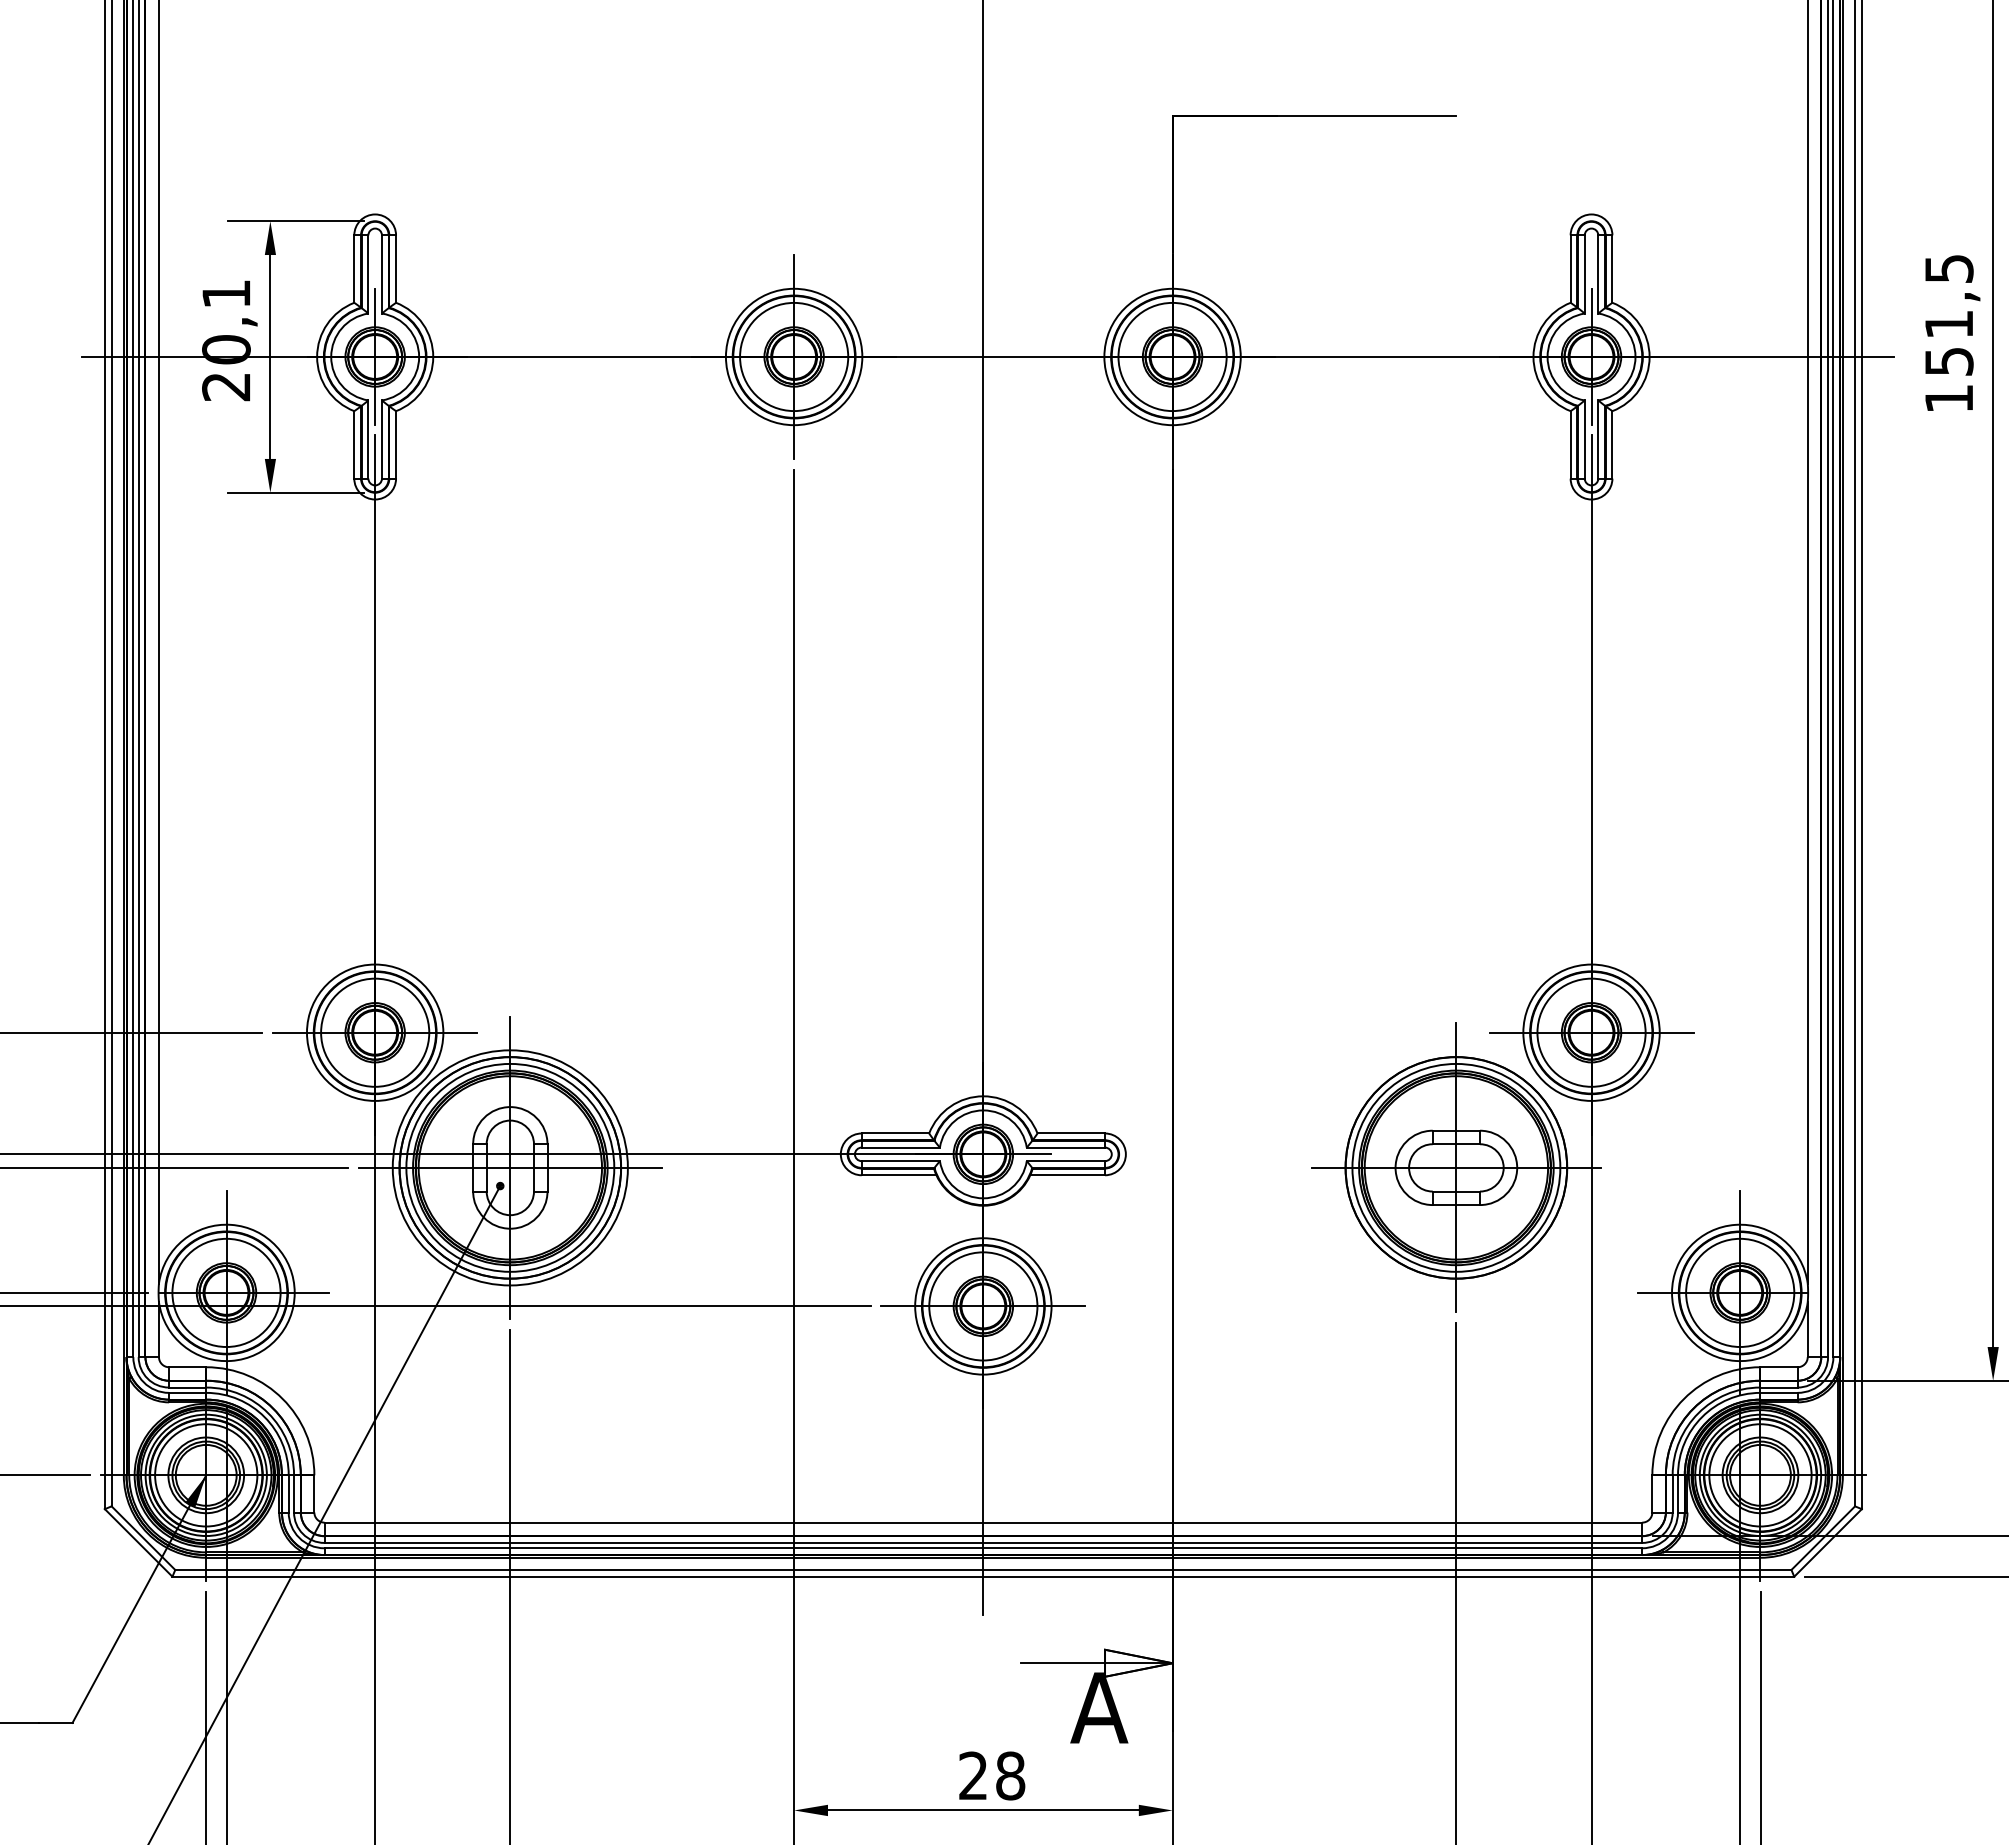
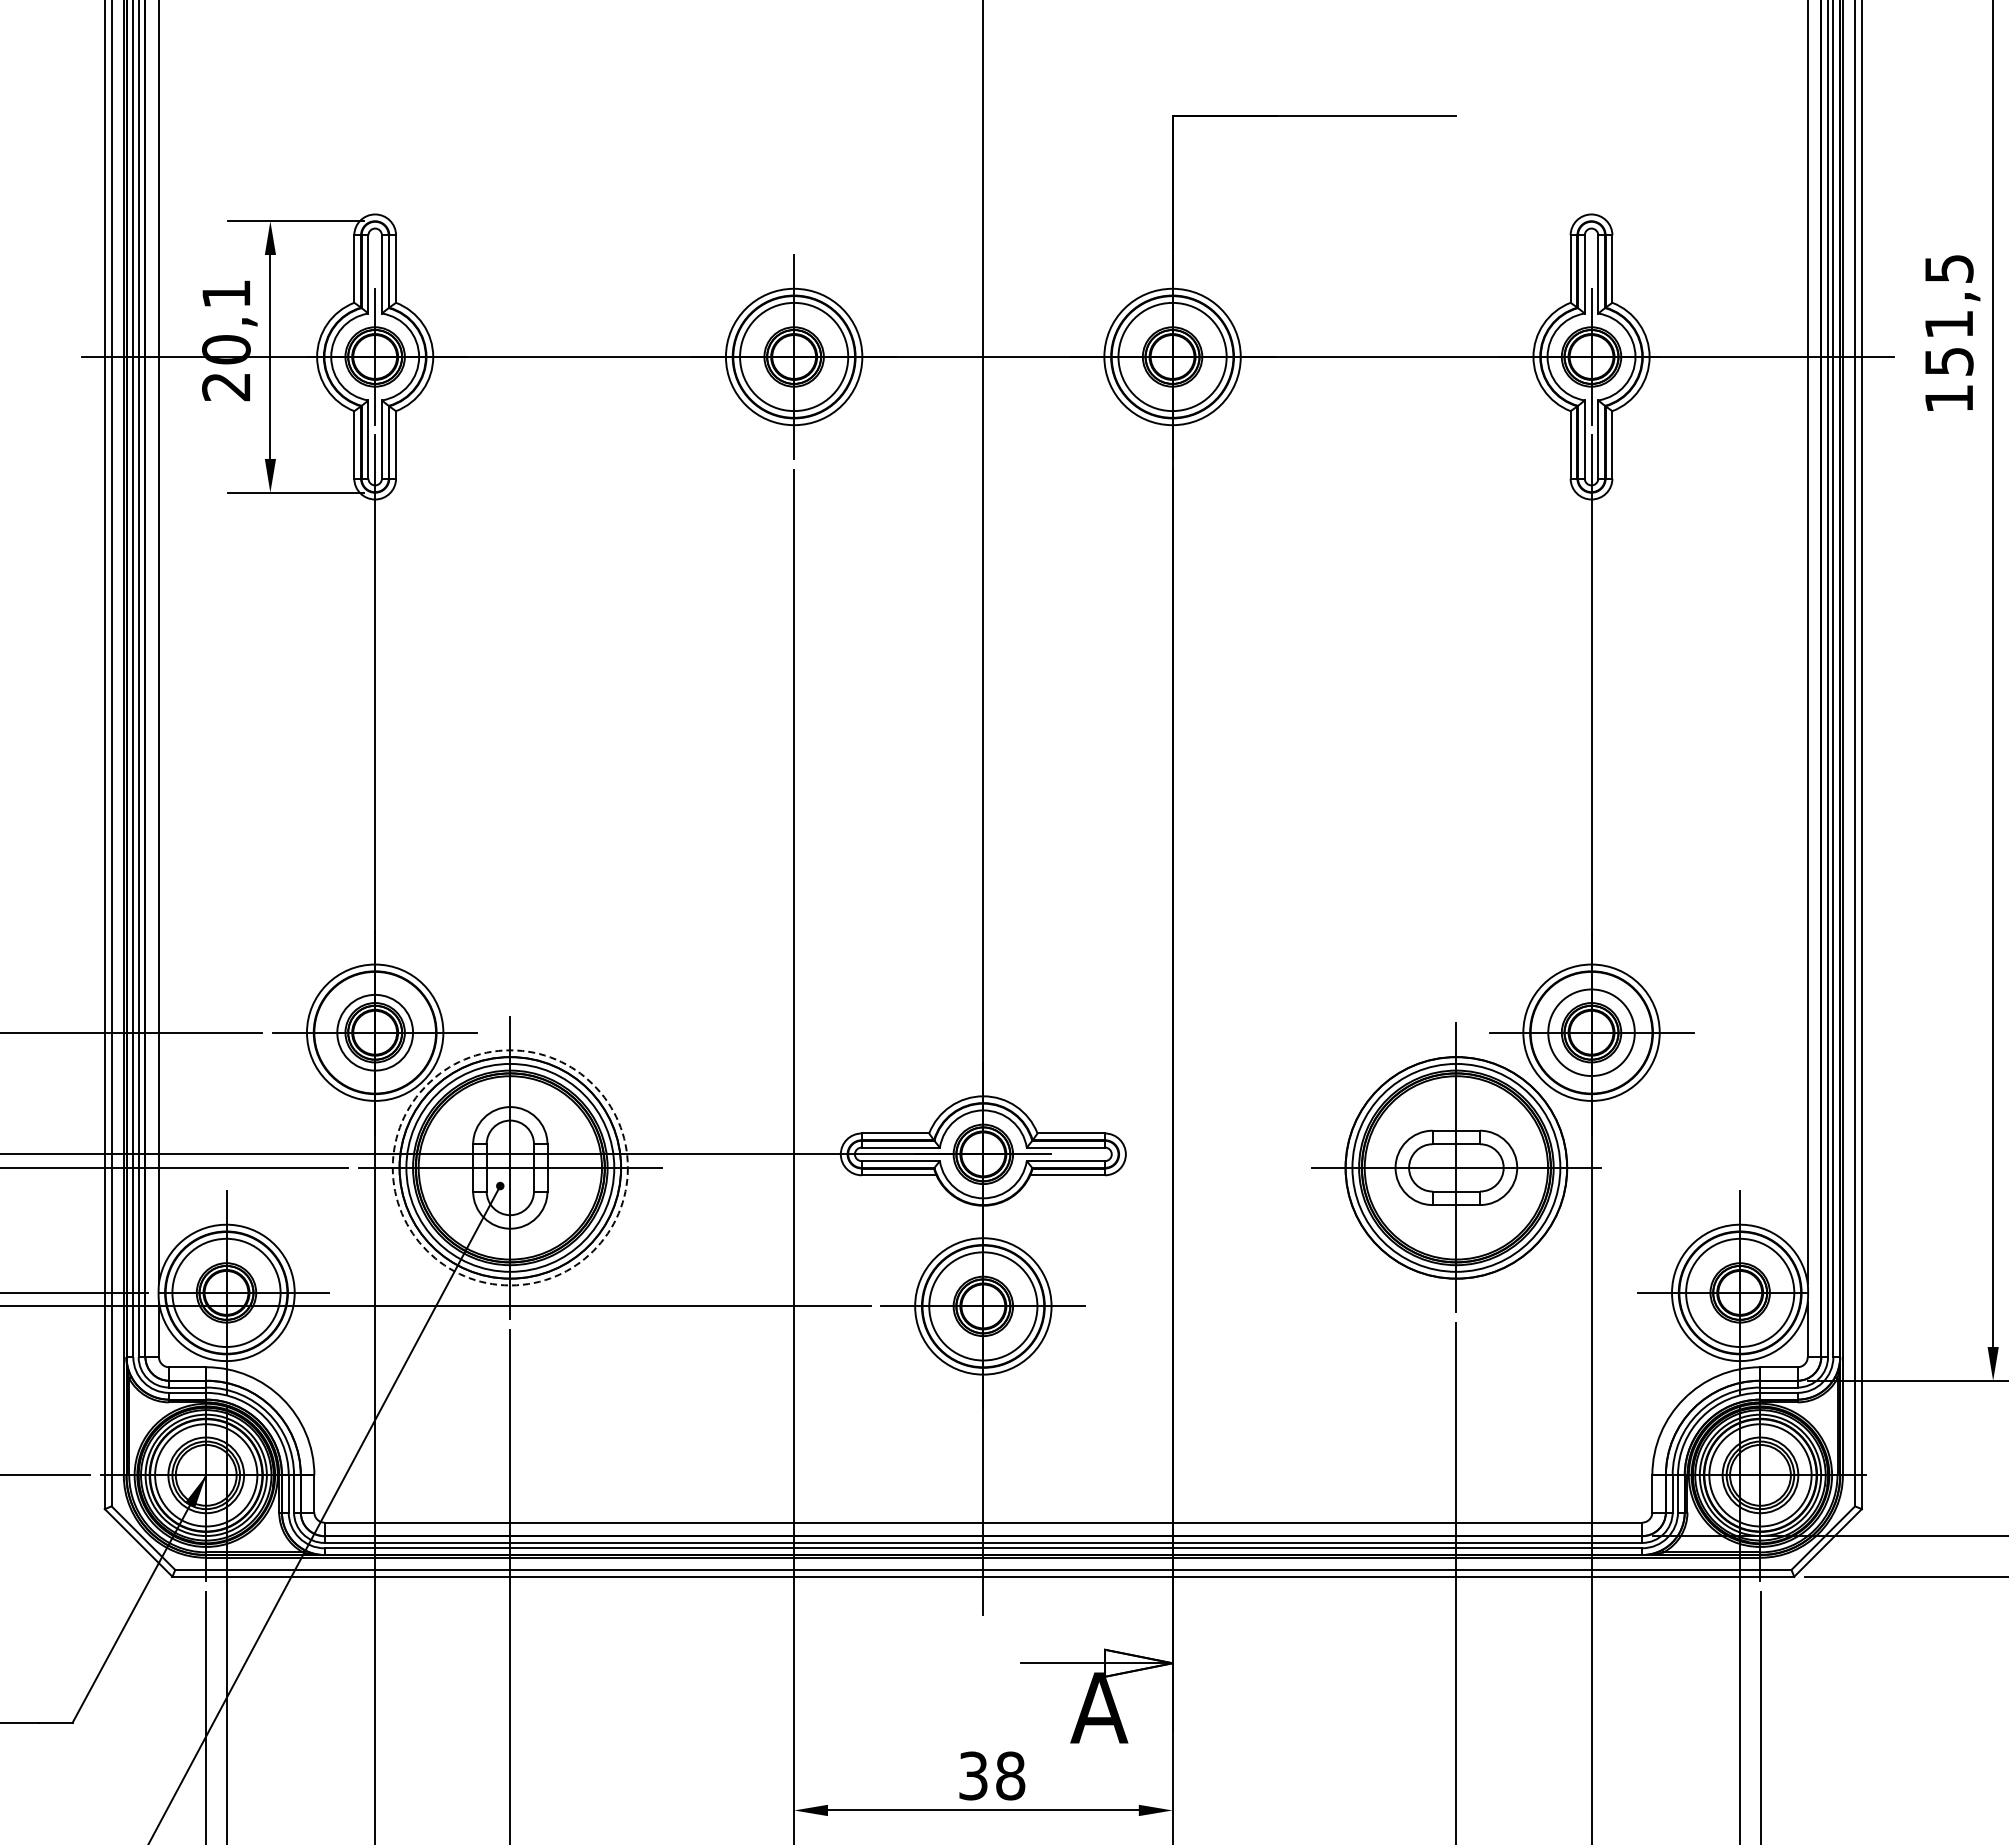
circle at (375, 1032) diameter: 108 px -> 76 px
circle at (1591, 1032) diameter: 108 px -> 87 px
circle at (509, 1167): solid -> dashed
text at (973, 1775): 28 -> 38
